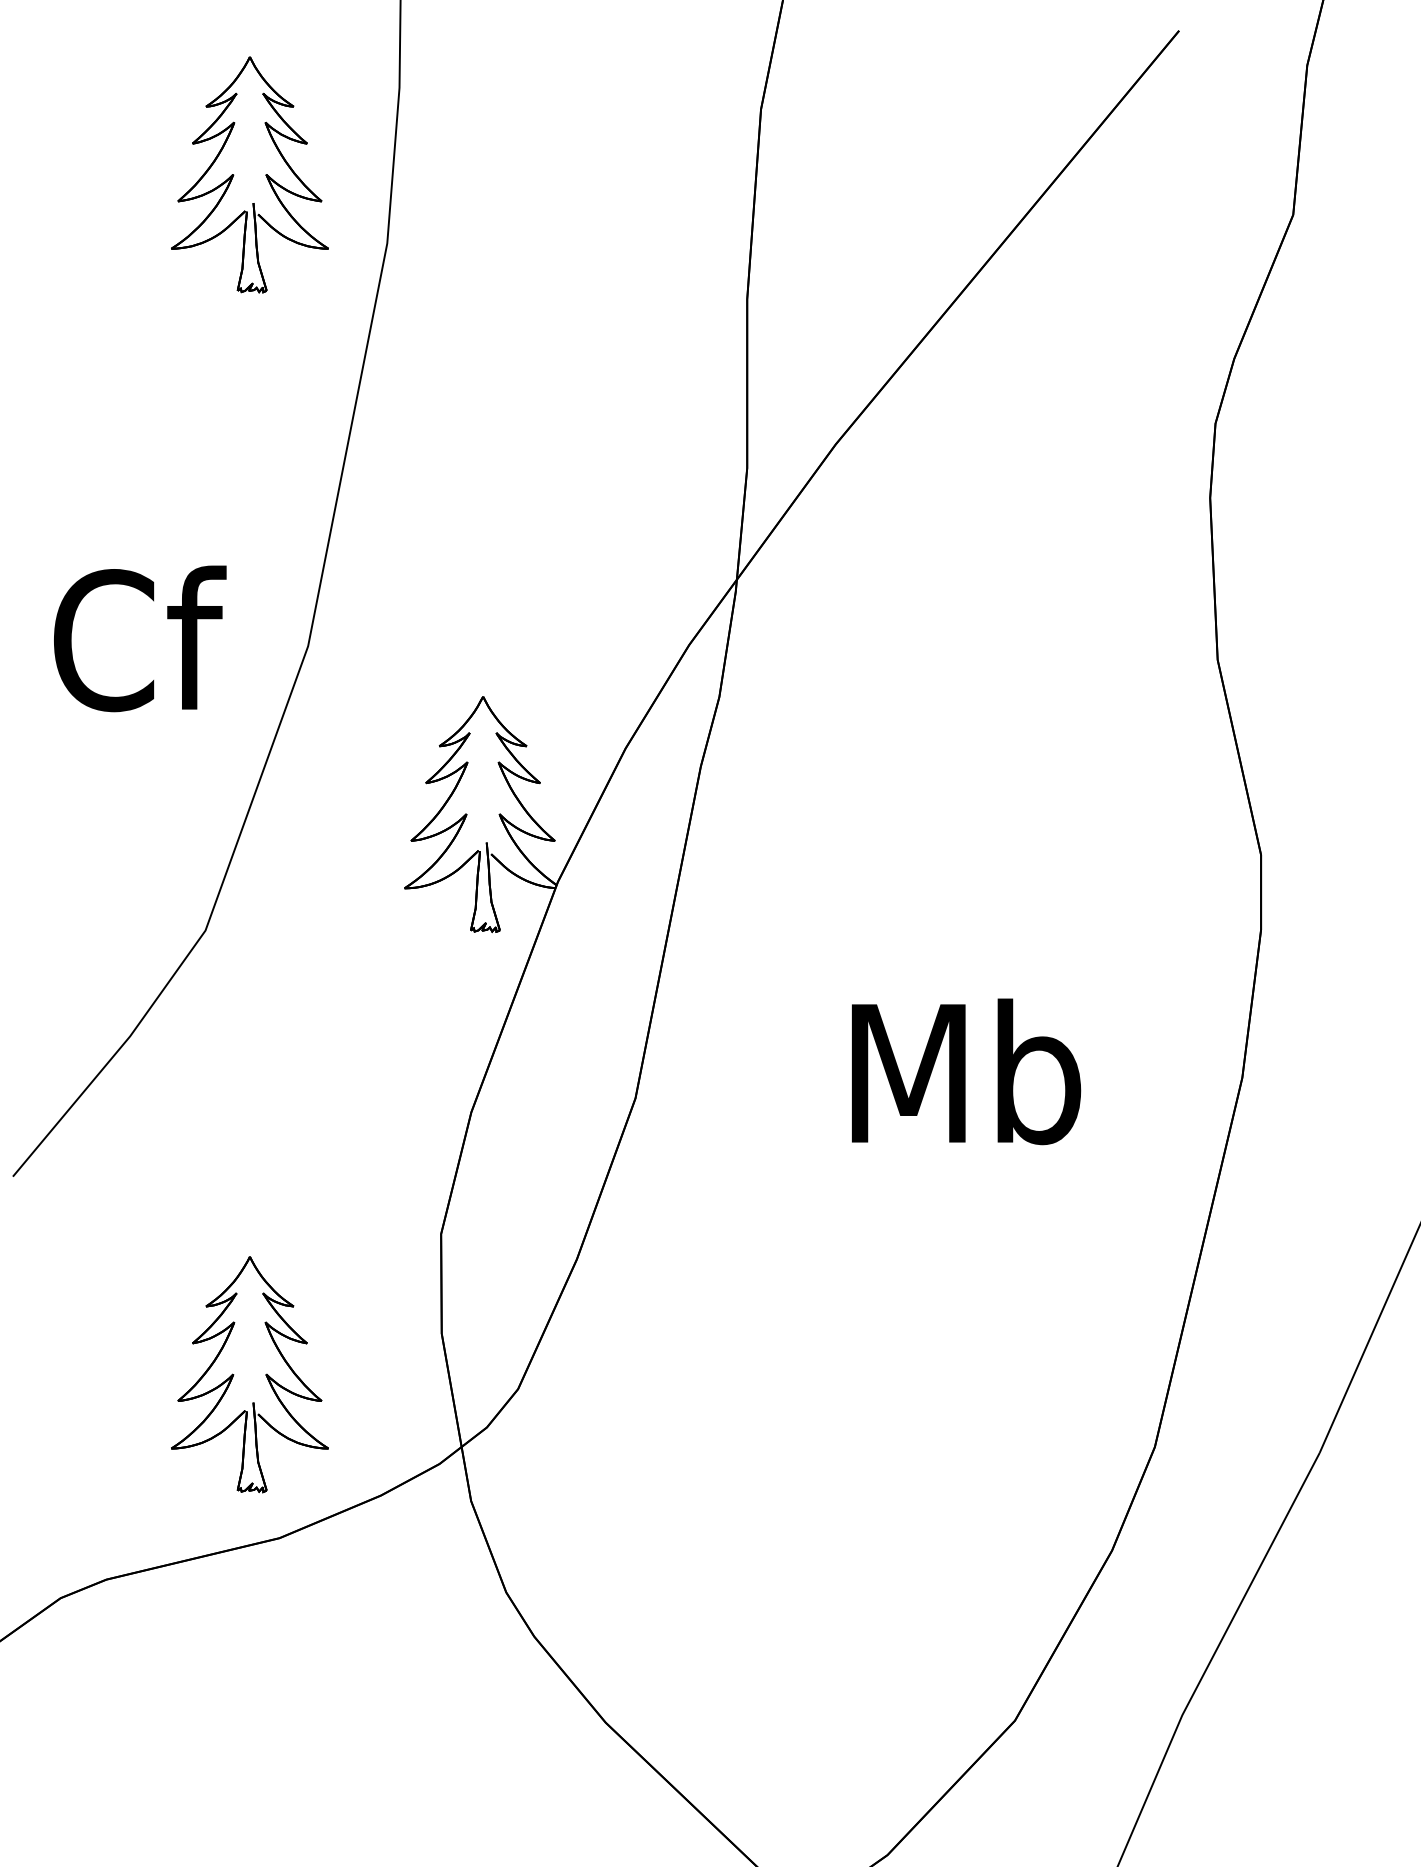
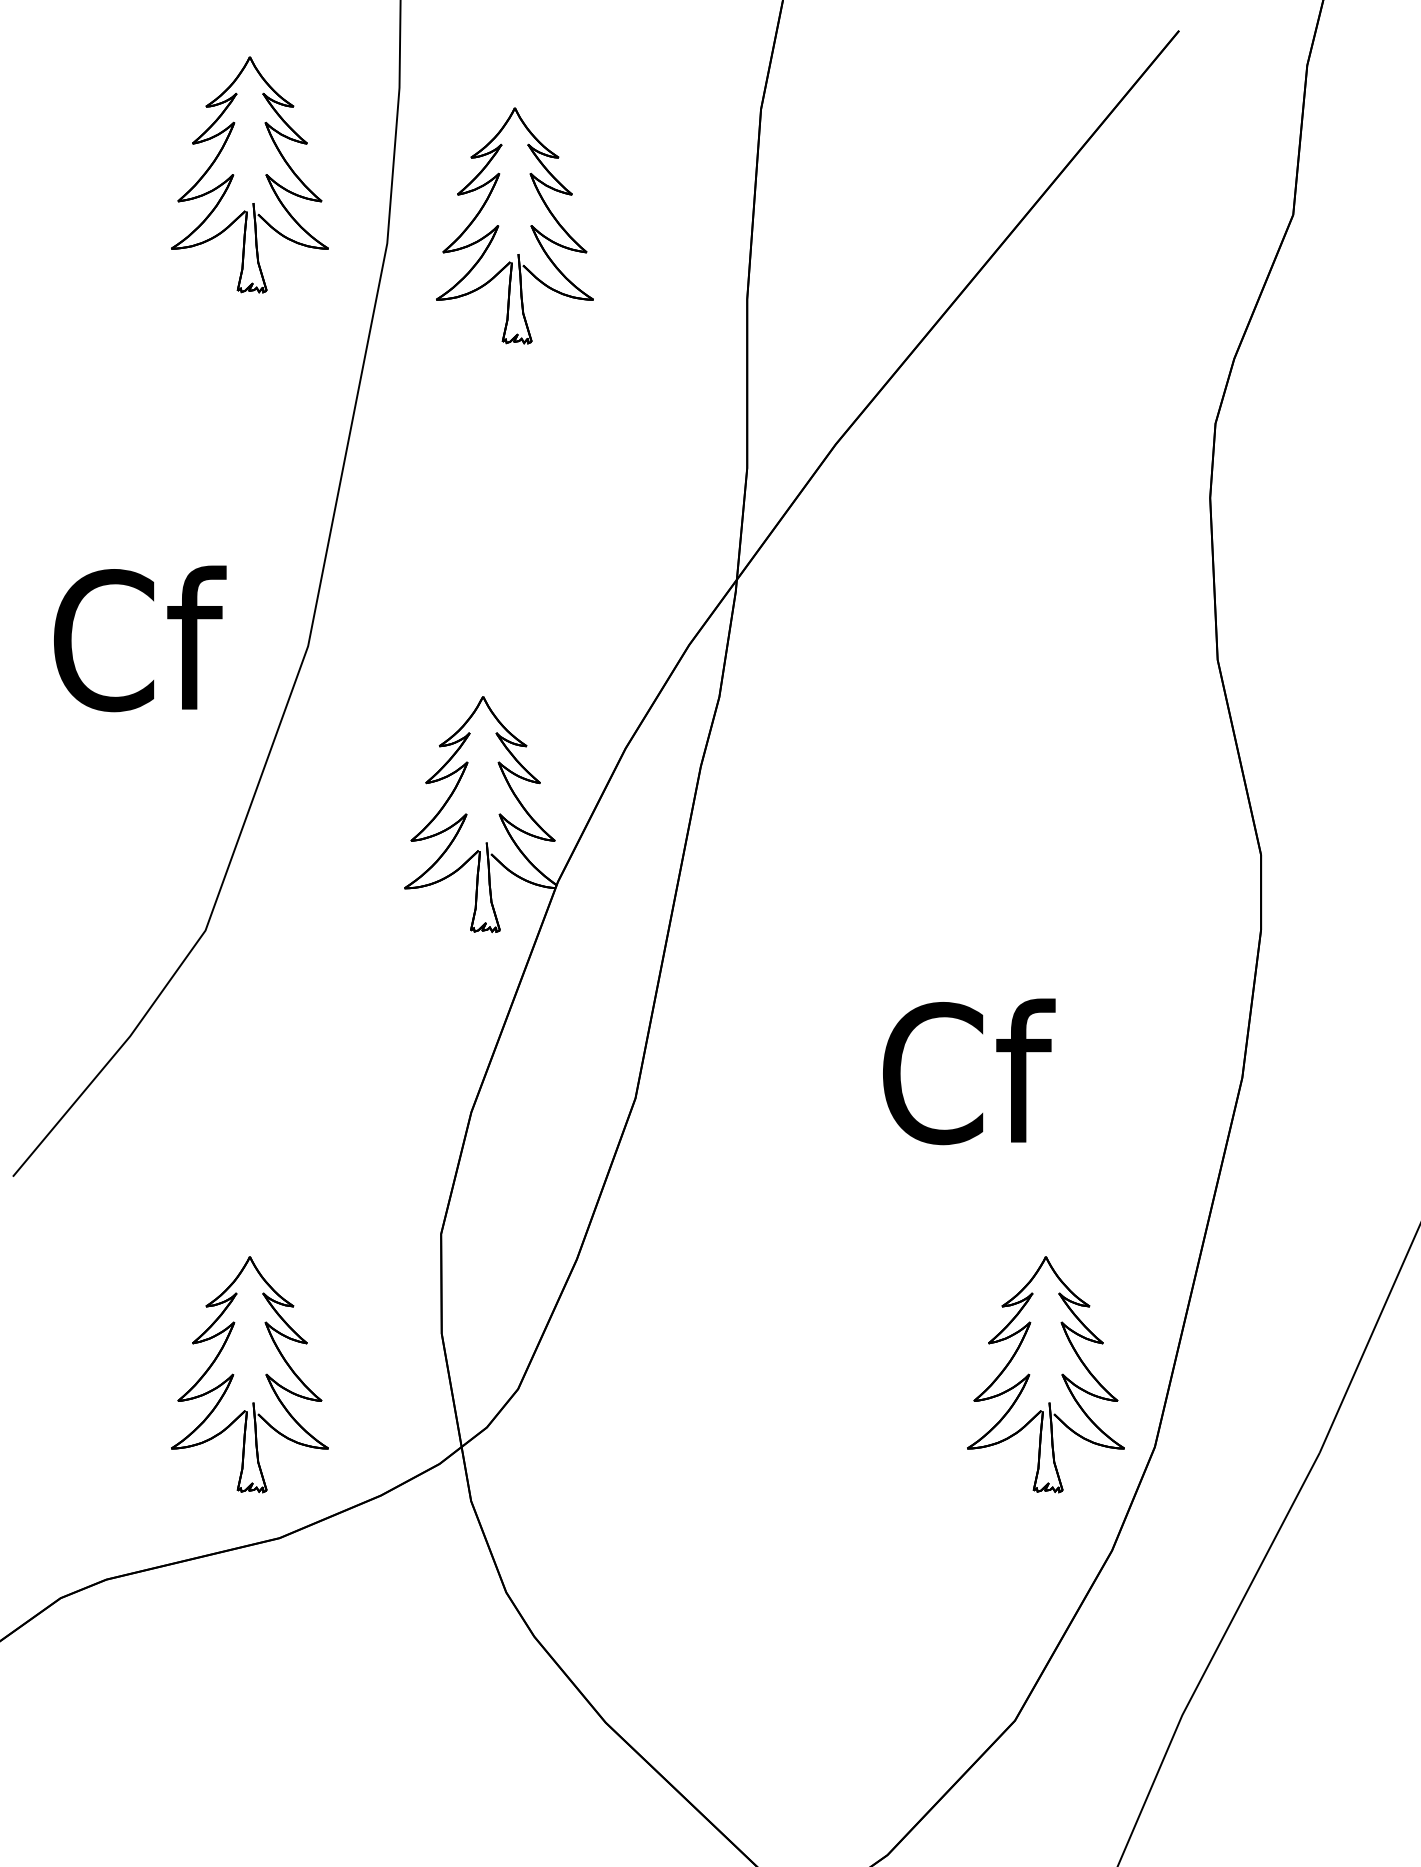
part at (499, 226): none -> present
text at (966, 1071): Mb -> Cf
part at (1030, 1374): none -> present
